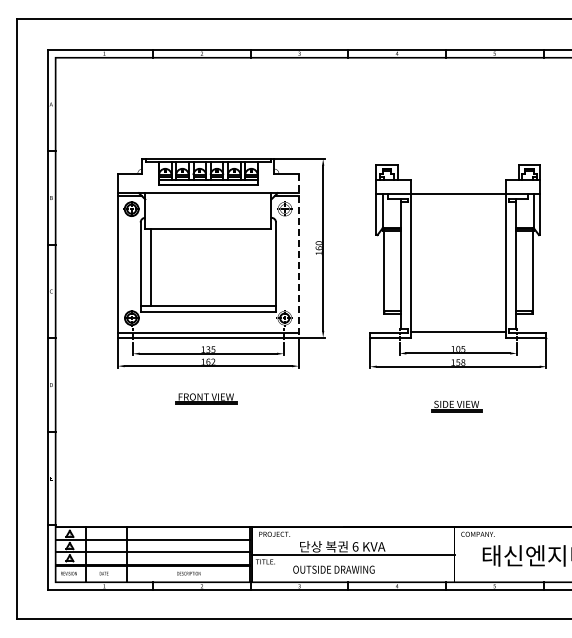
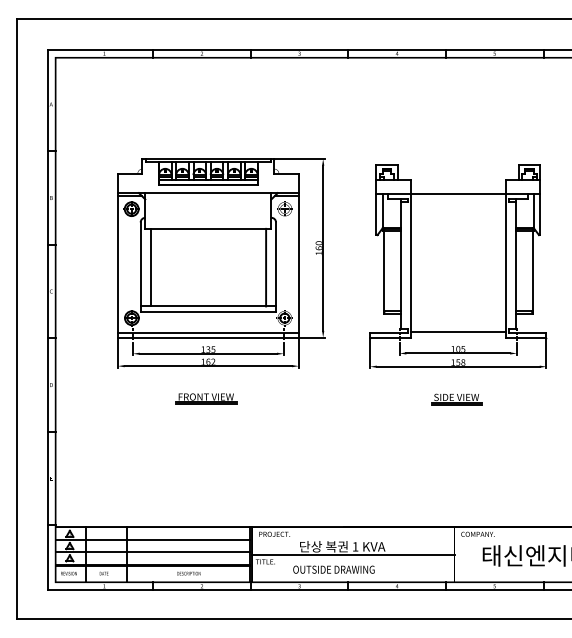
line at (298, 255): dashed -> solid
line at (266, 267): none -> present
part at (456, 406) position: (456, 406) -> (456, 399)
text at (355, 546): 6 -> 1
